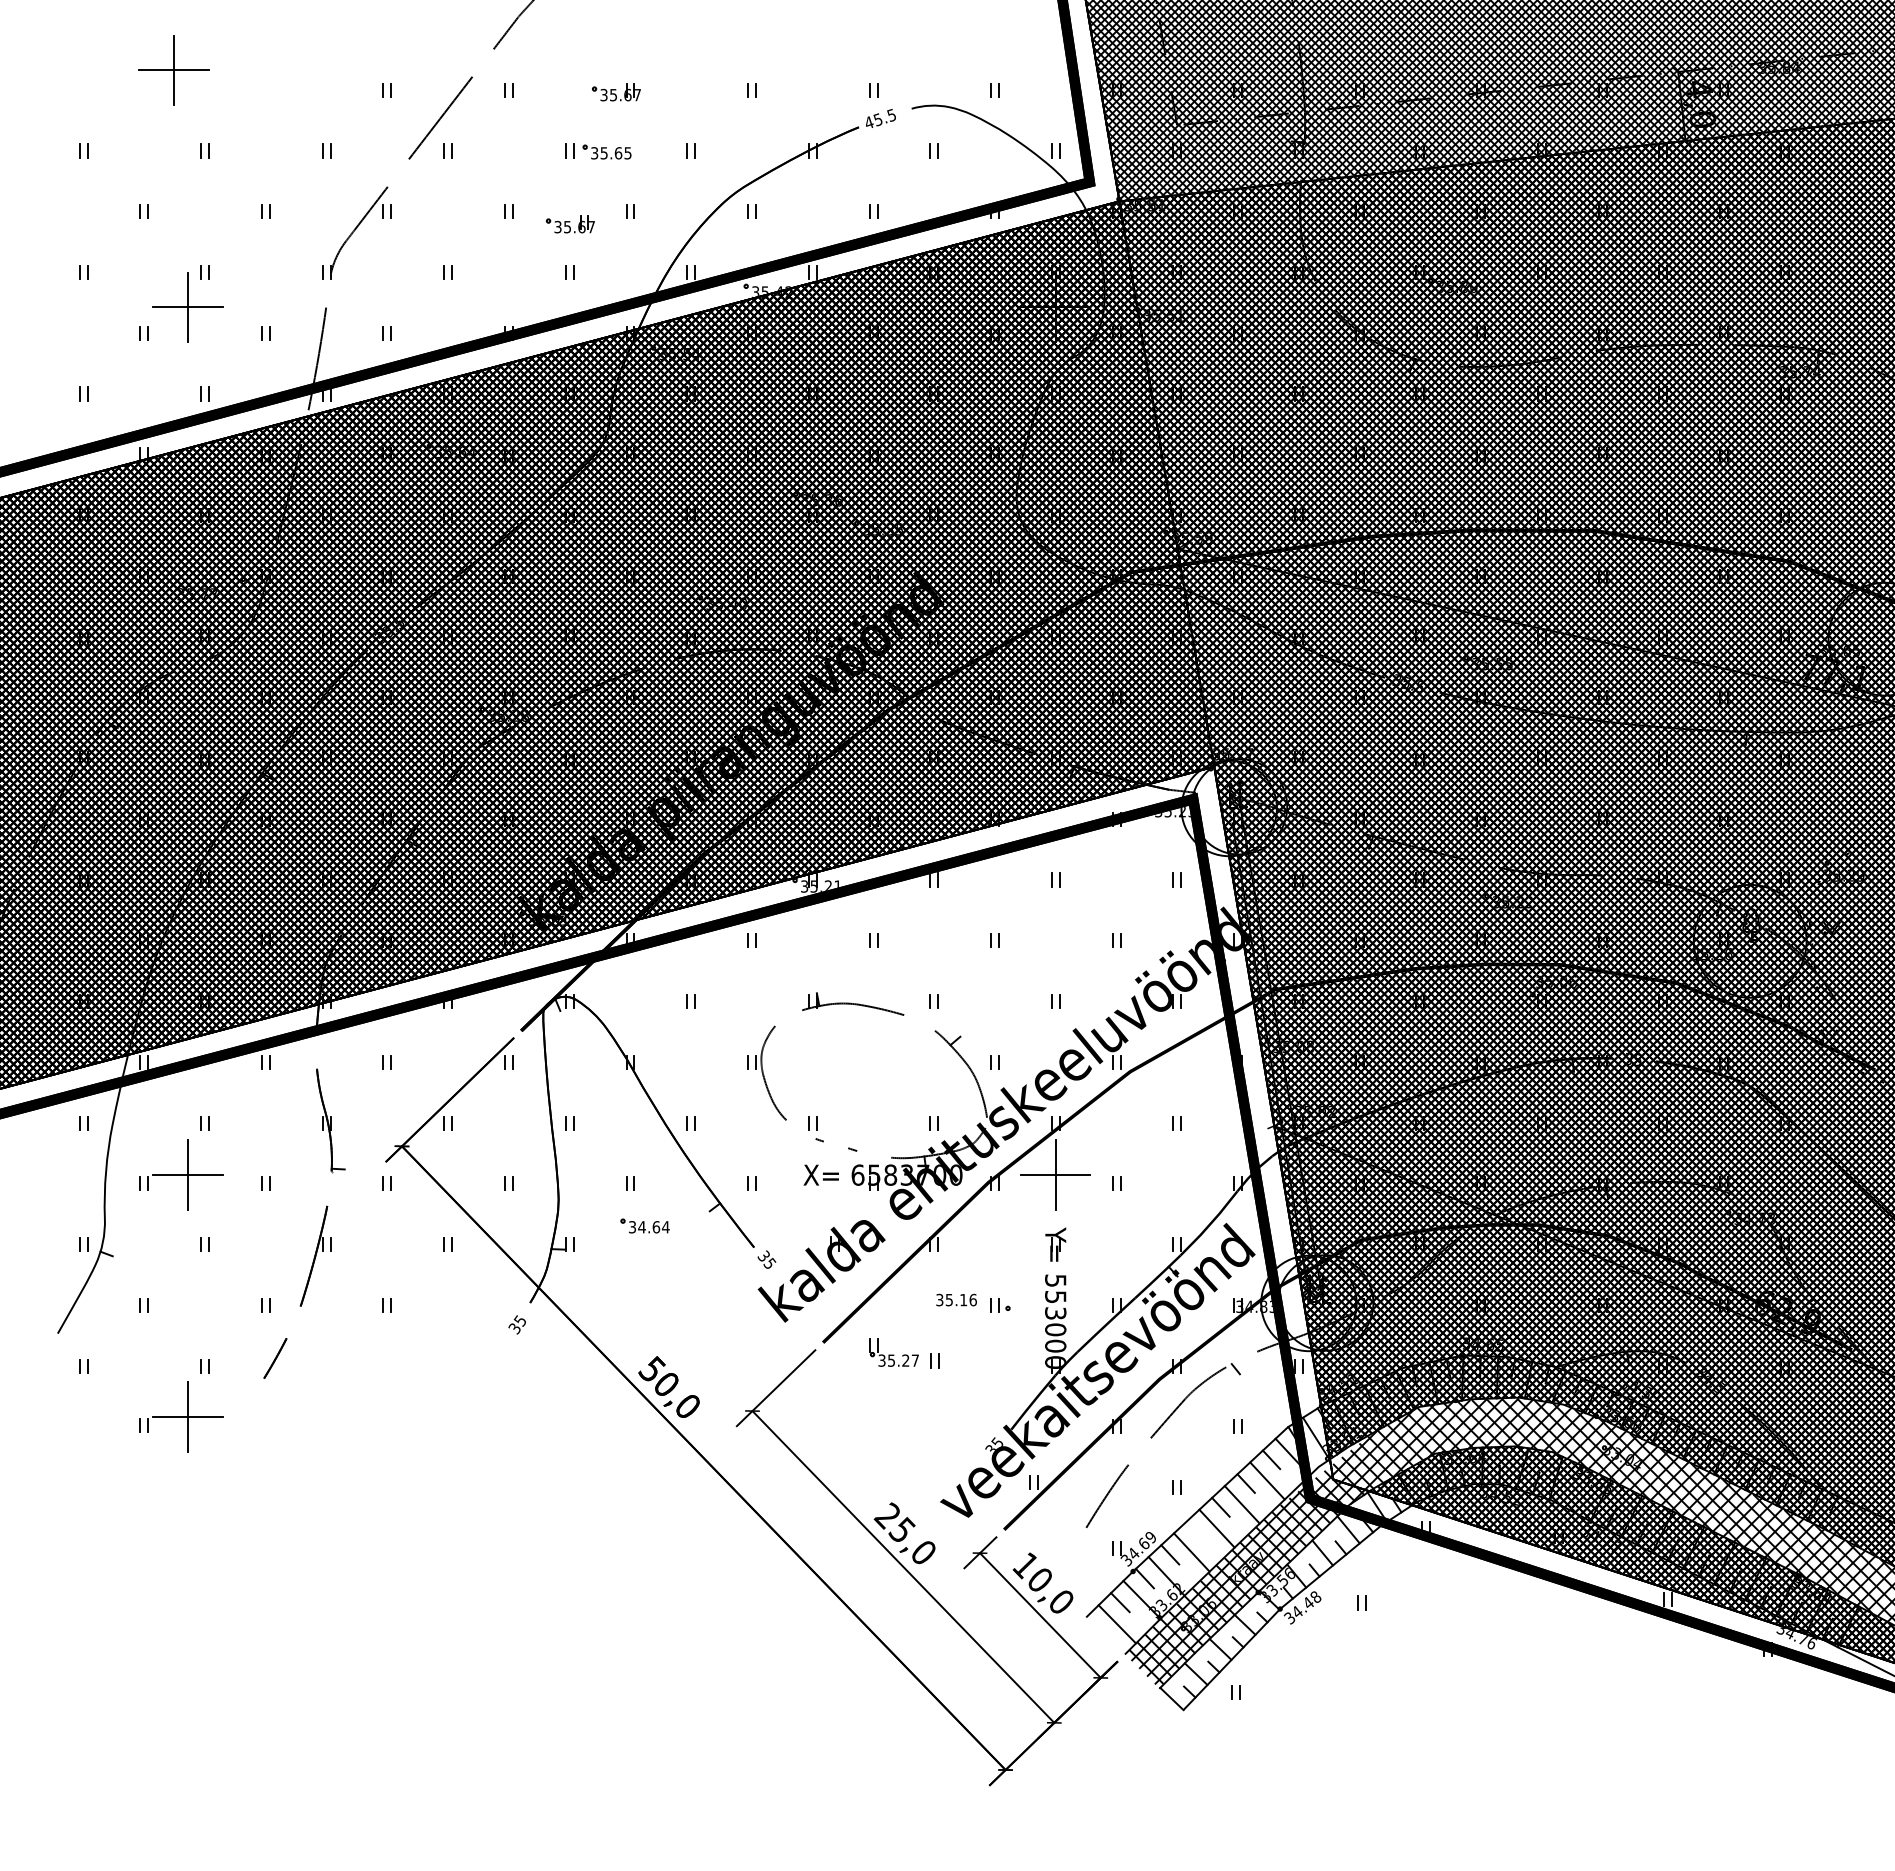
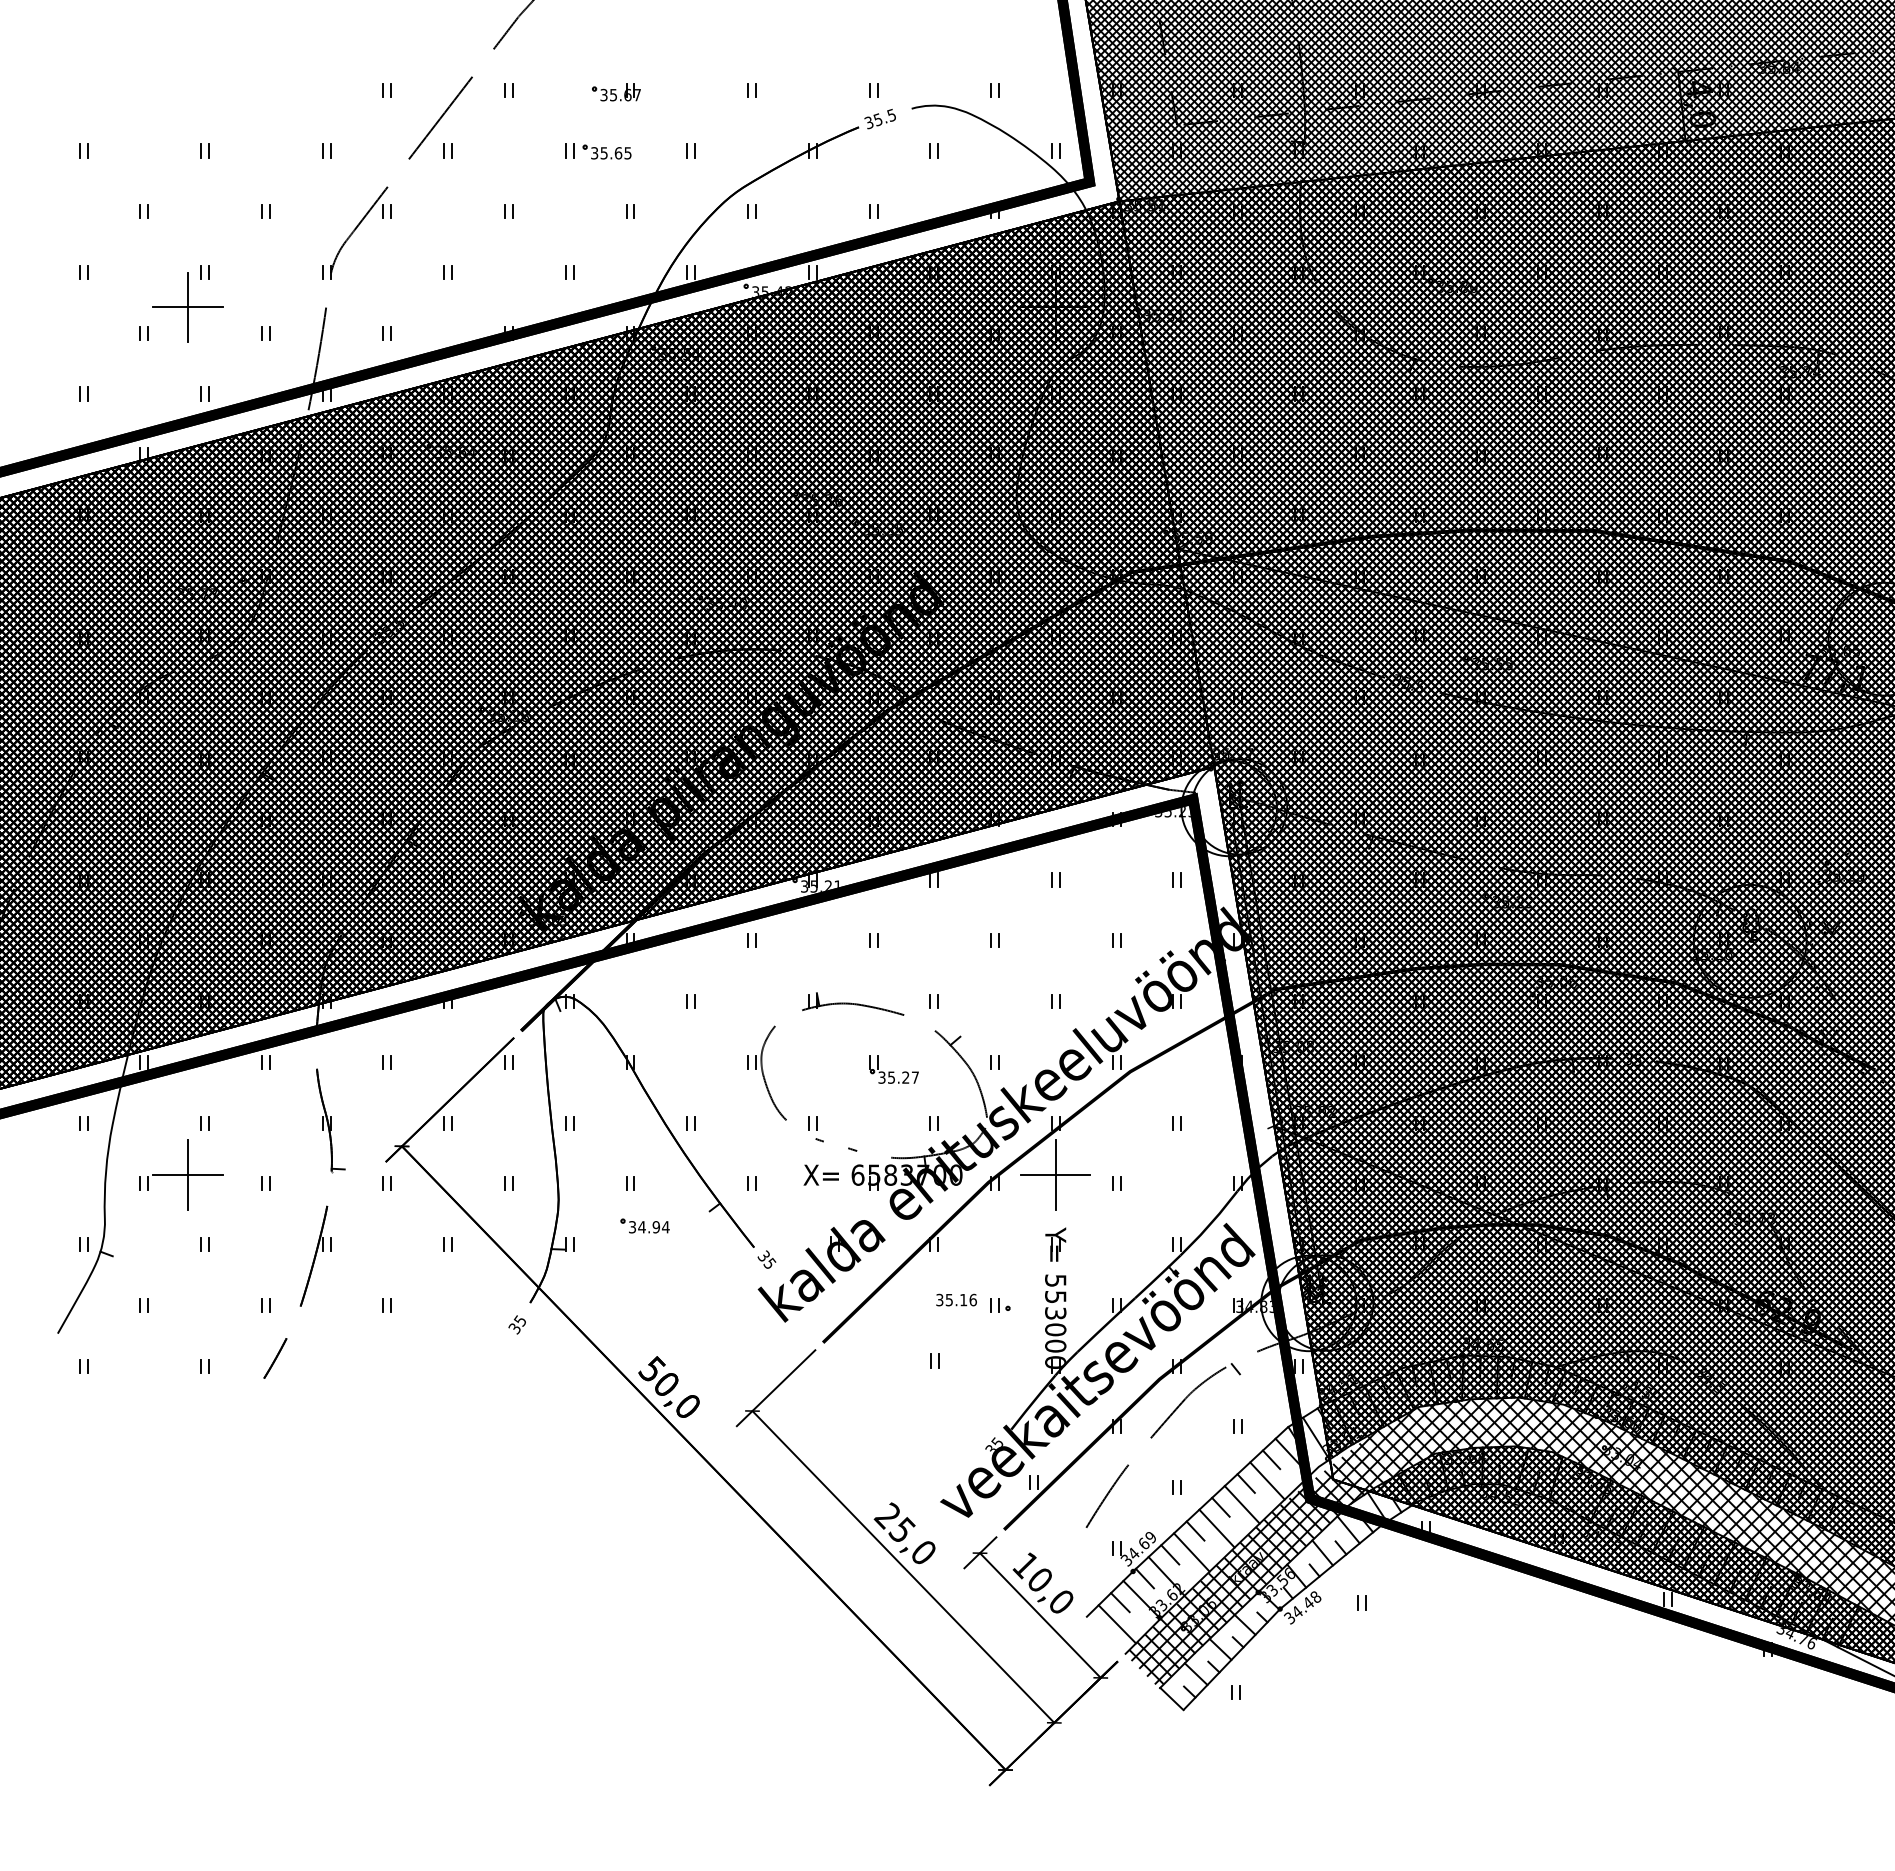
part at (173, 70): present -> none
text at (868, 122): 45.5 -> 35.5
part at (570, 224): present -> none
text at (656, 1227): 34.64 -> 34.94
part at (893, 1352) position: (893, 1352) -> (893, 1069)
part at (181, 1416): present -> none
line at (1195, 1530): none -> present
